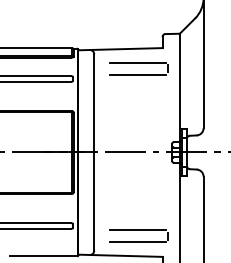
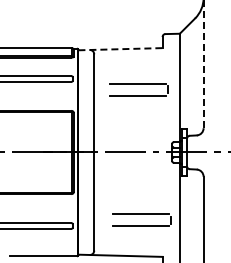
line at (120, 49): solid -> dashed
line at (203, 64): solid -> dashed
part at (138, 68) position: (138, 68) -> (138, 89)
part at (138, 235) position: (138, 235) -> (141, 219)
